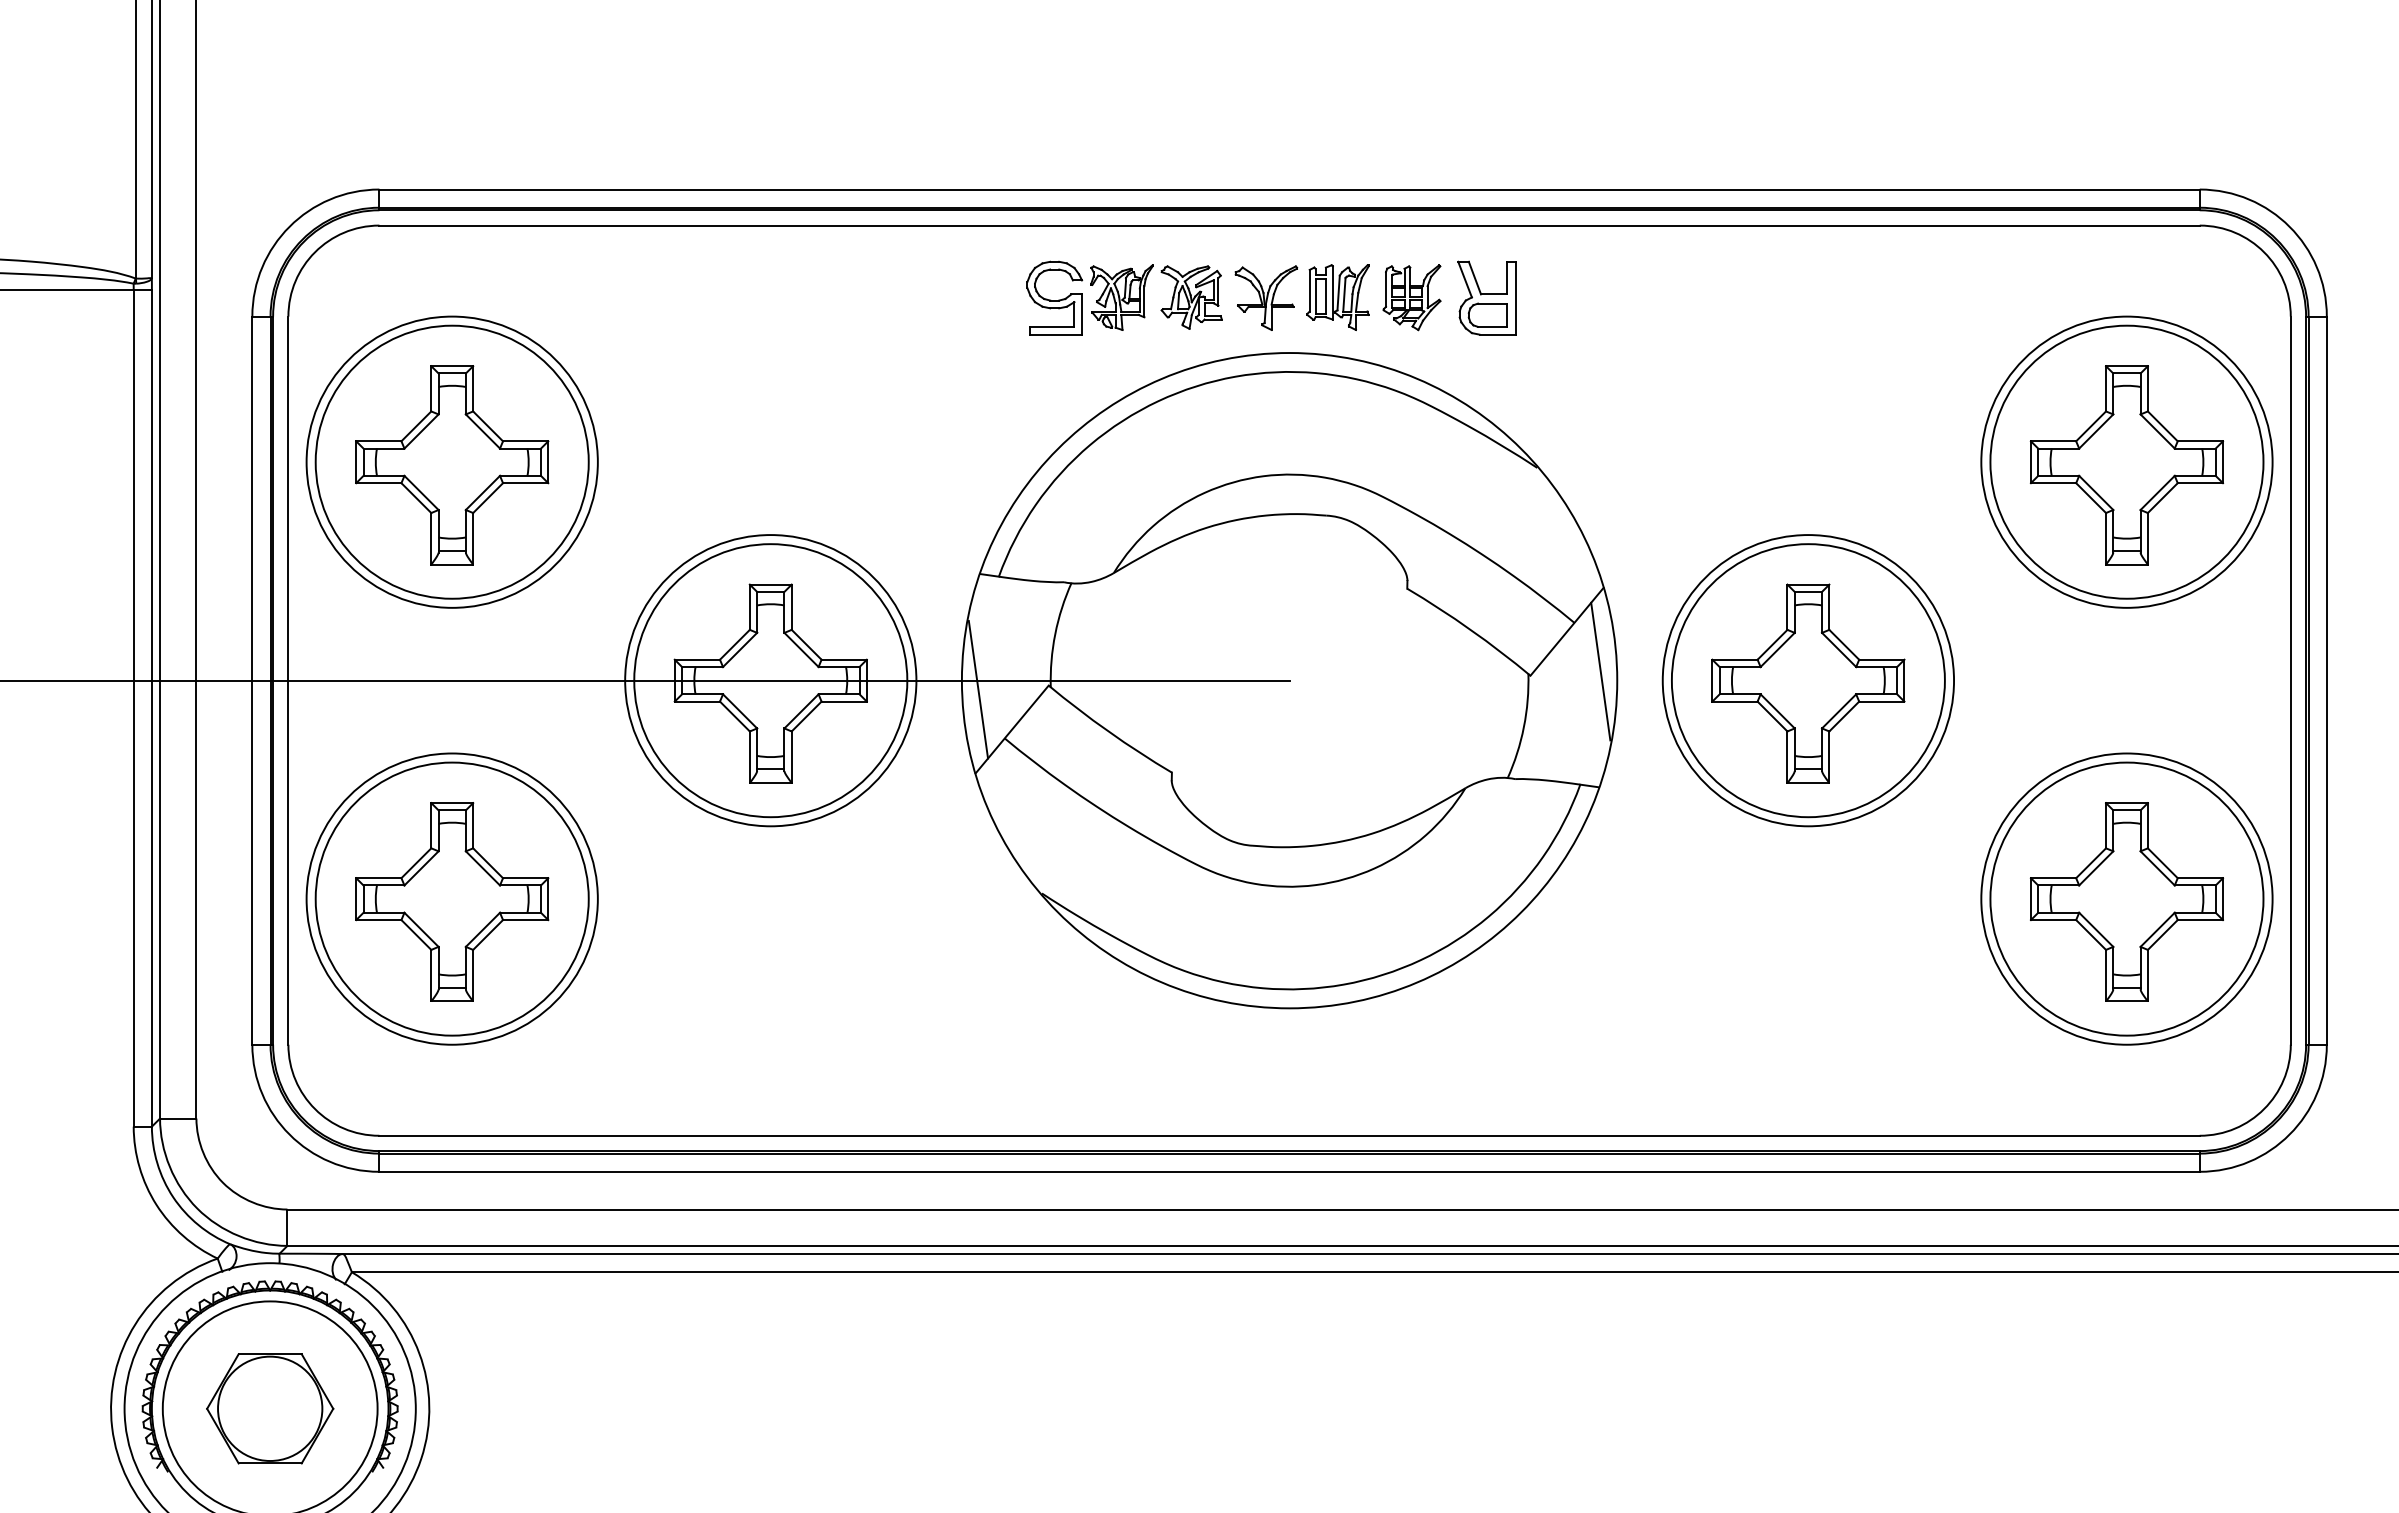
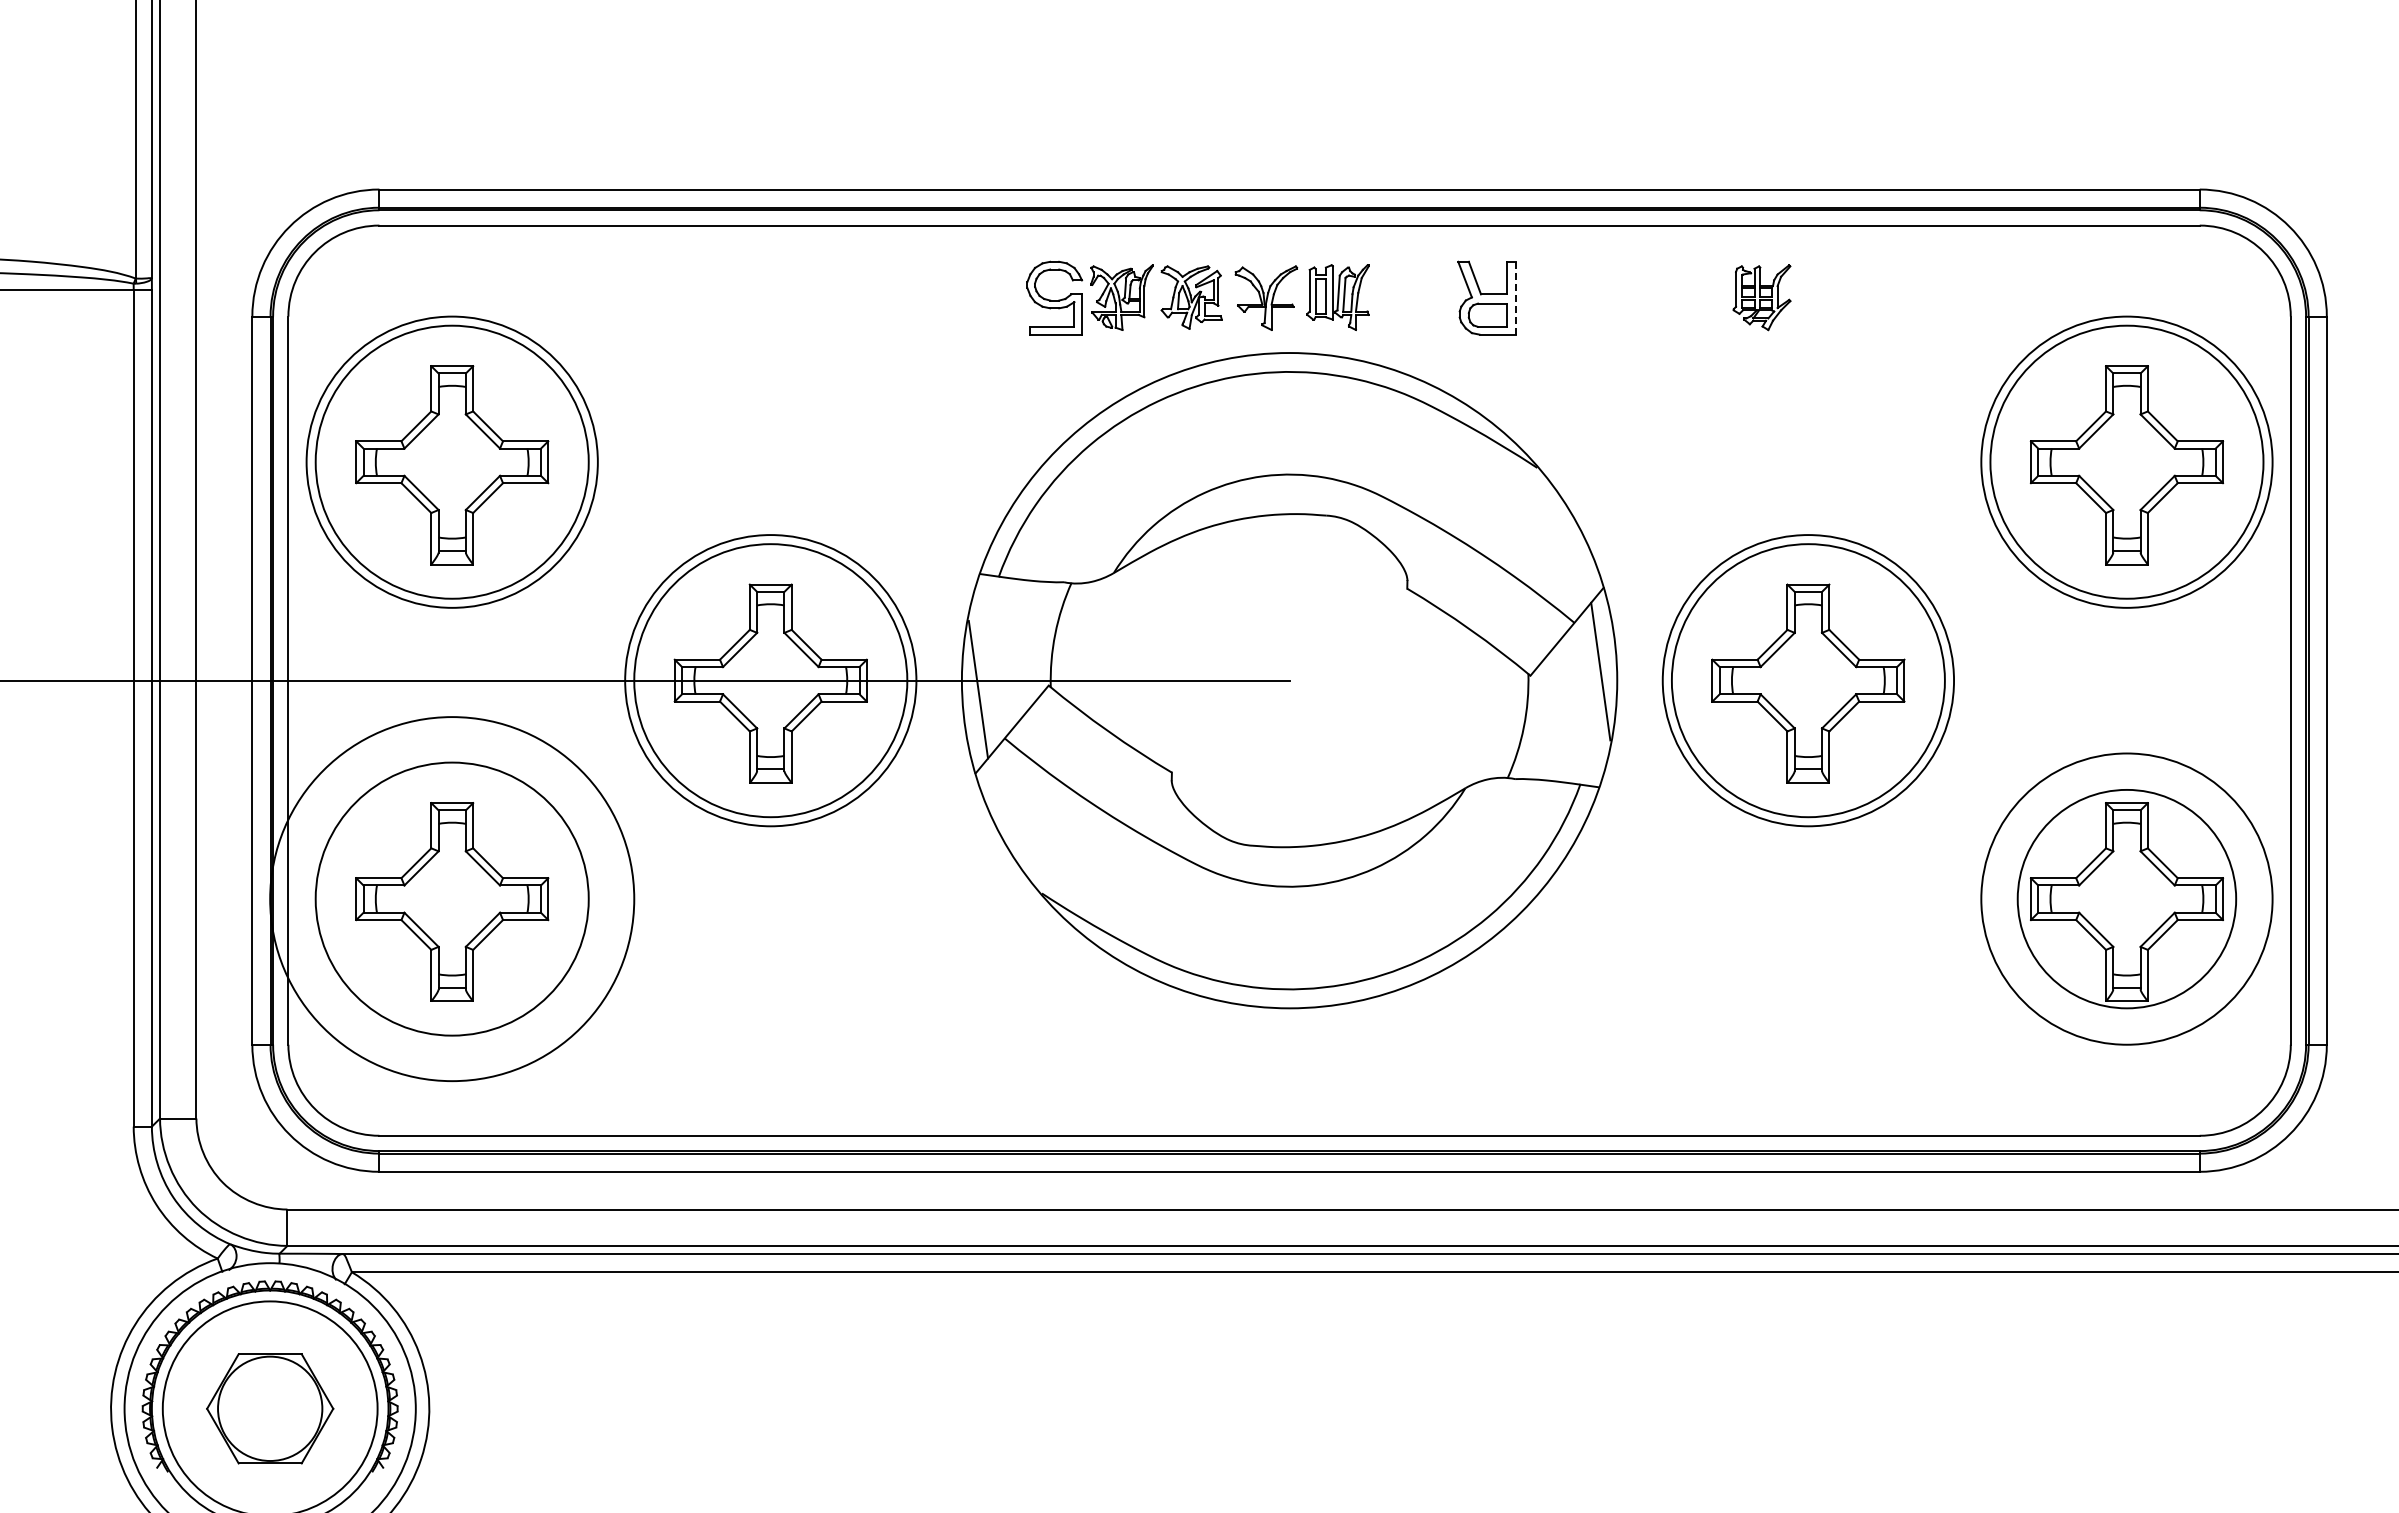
part at (1411, 297) position: (1411, 297) -> (1761, 297)
line at (1515, 297): solid -> dashed
circle at (451, 898) diameter: 291 px -> 364 px
circle at (2126, 898) diameter: 273 px -> 218 px
